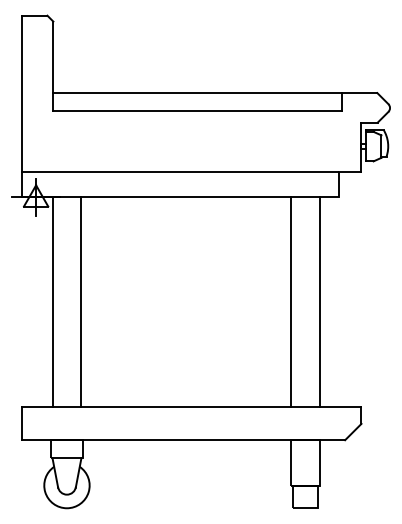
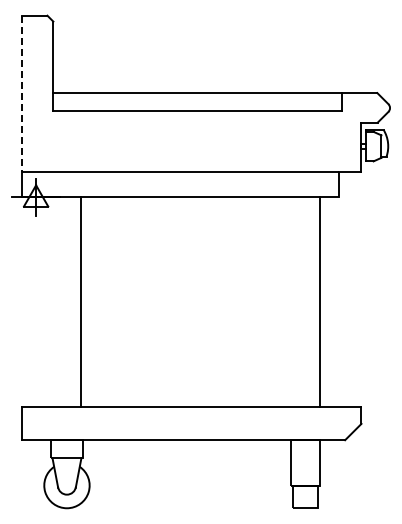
line at (21, 94): solid -> dashed
line at (52, 302): present -> none
line at (290, 302): present -> none
